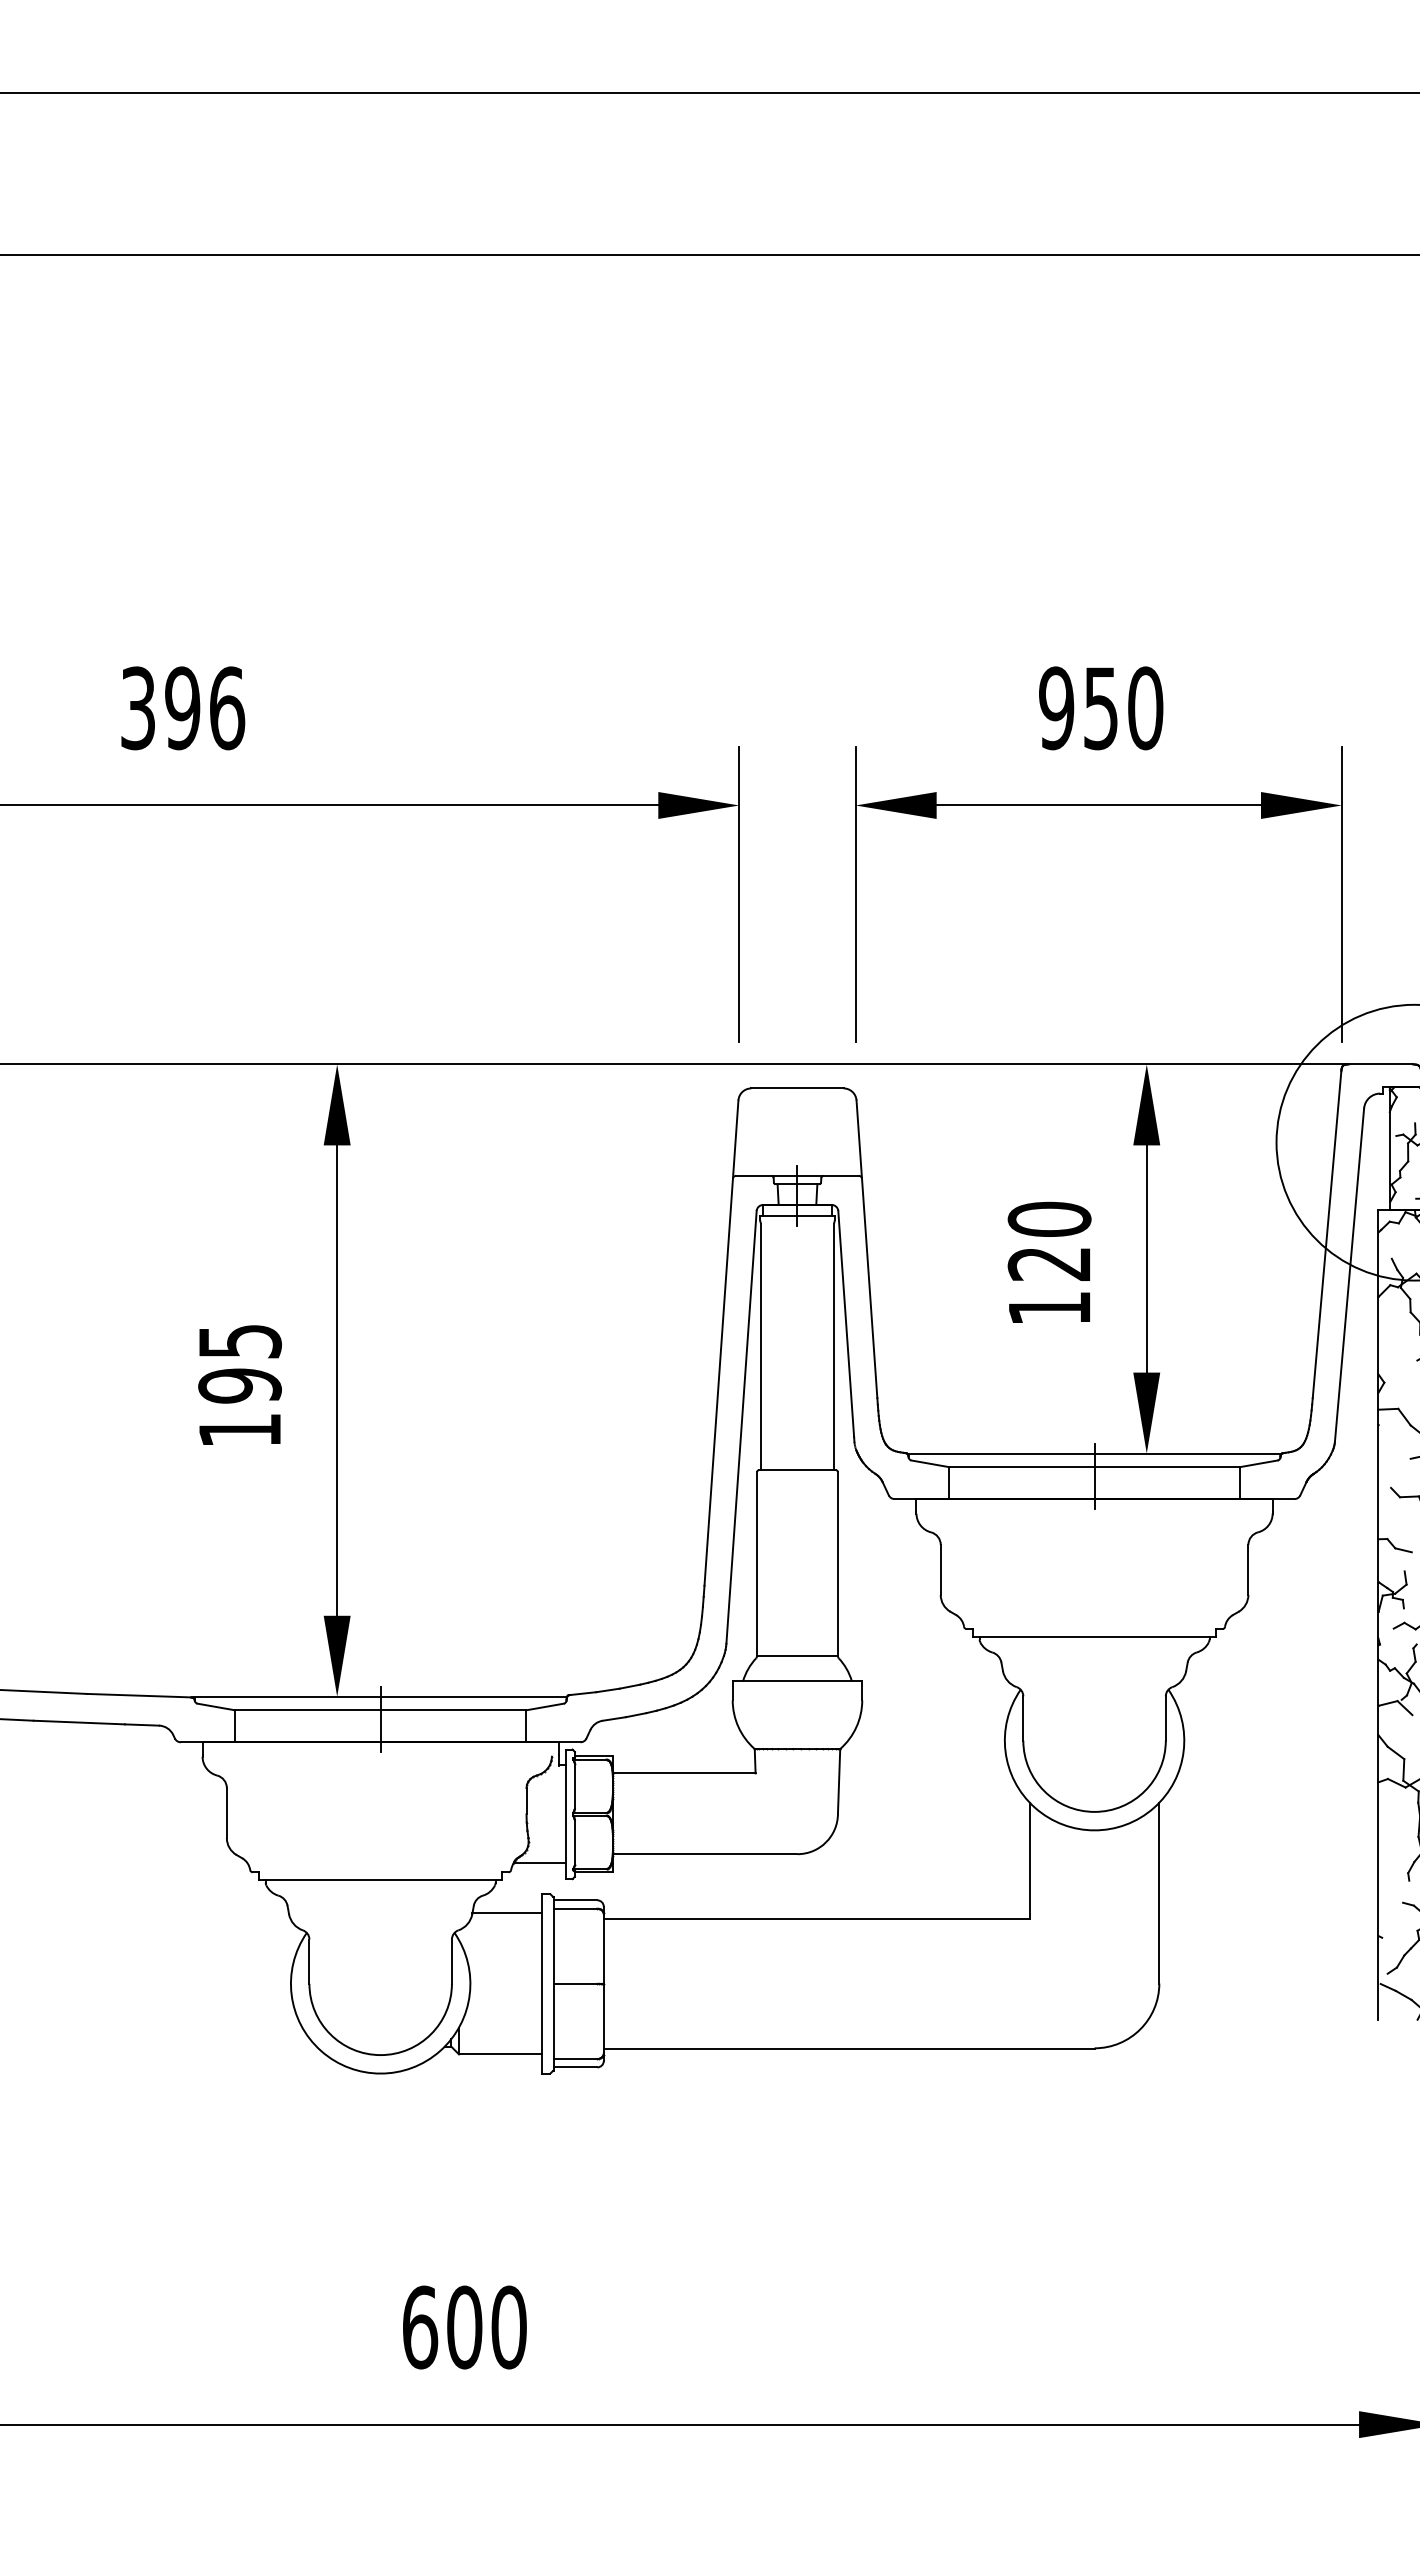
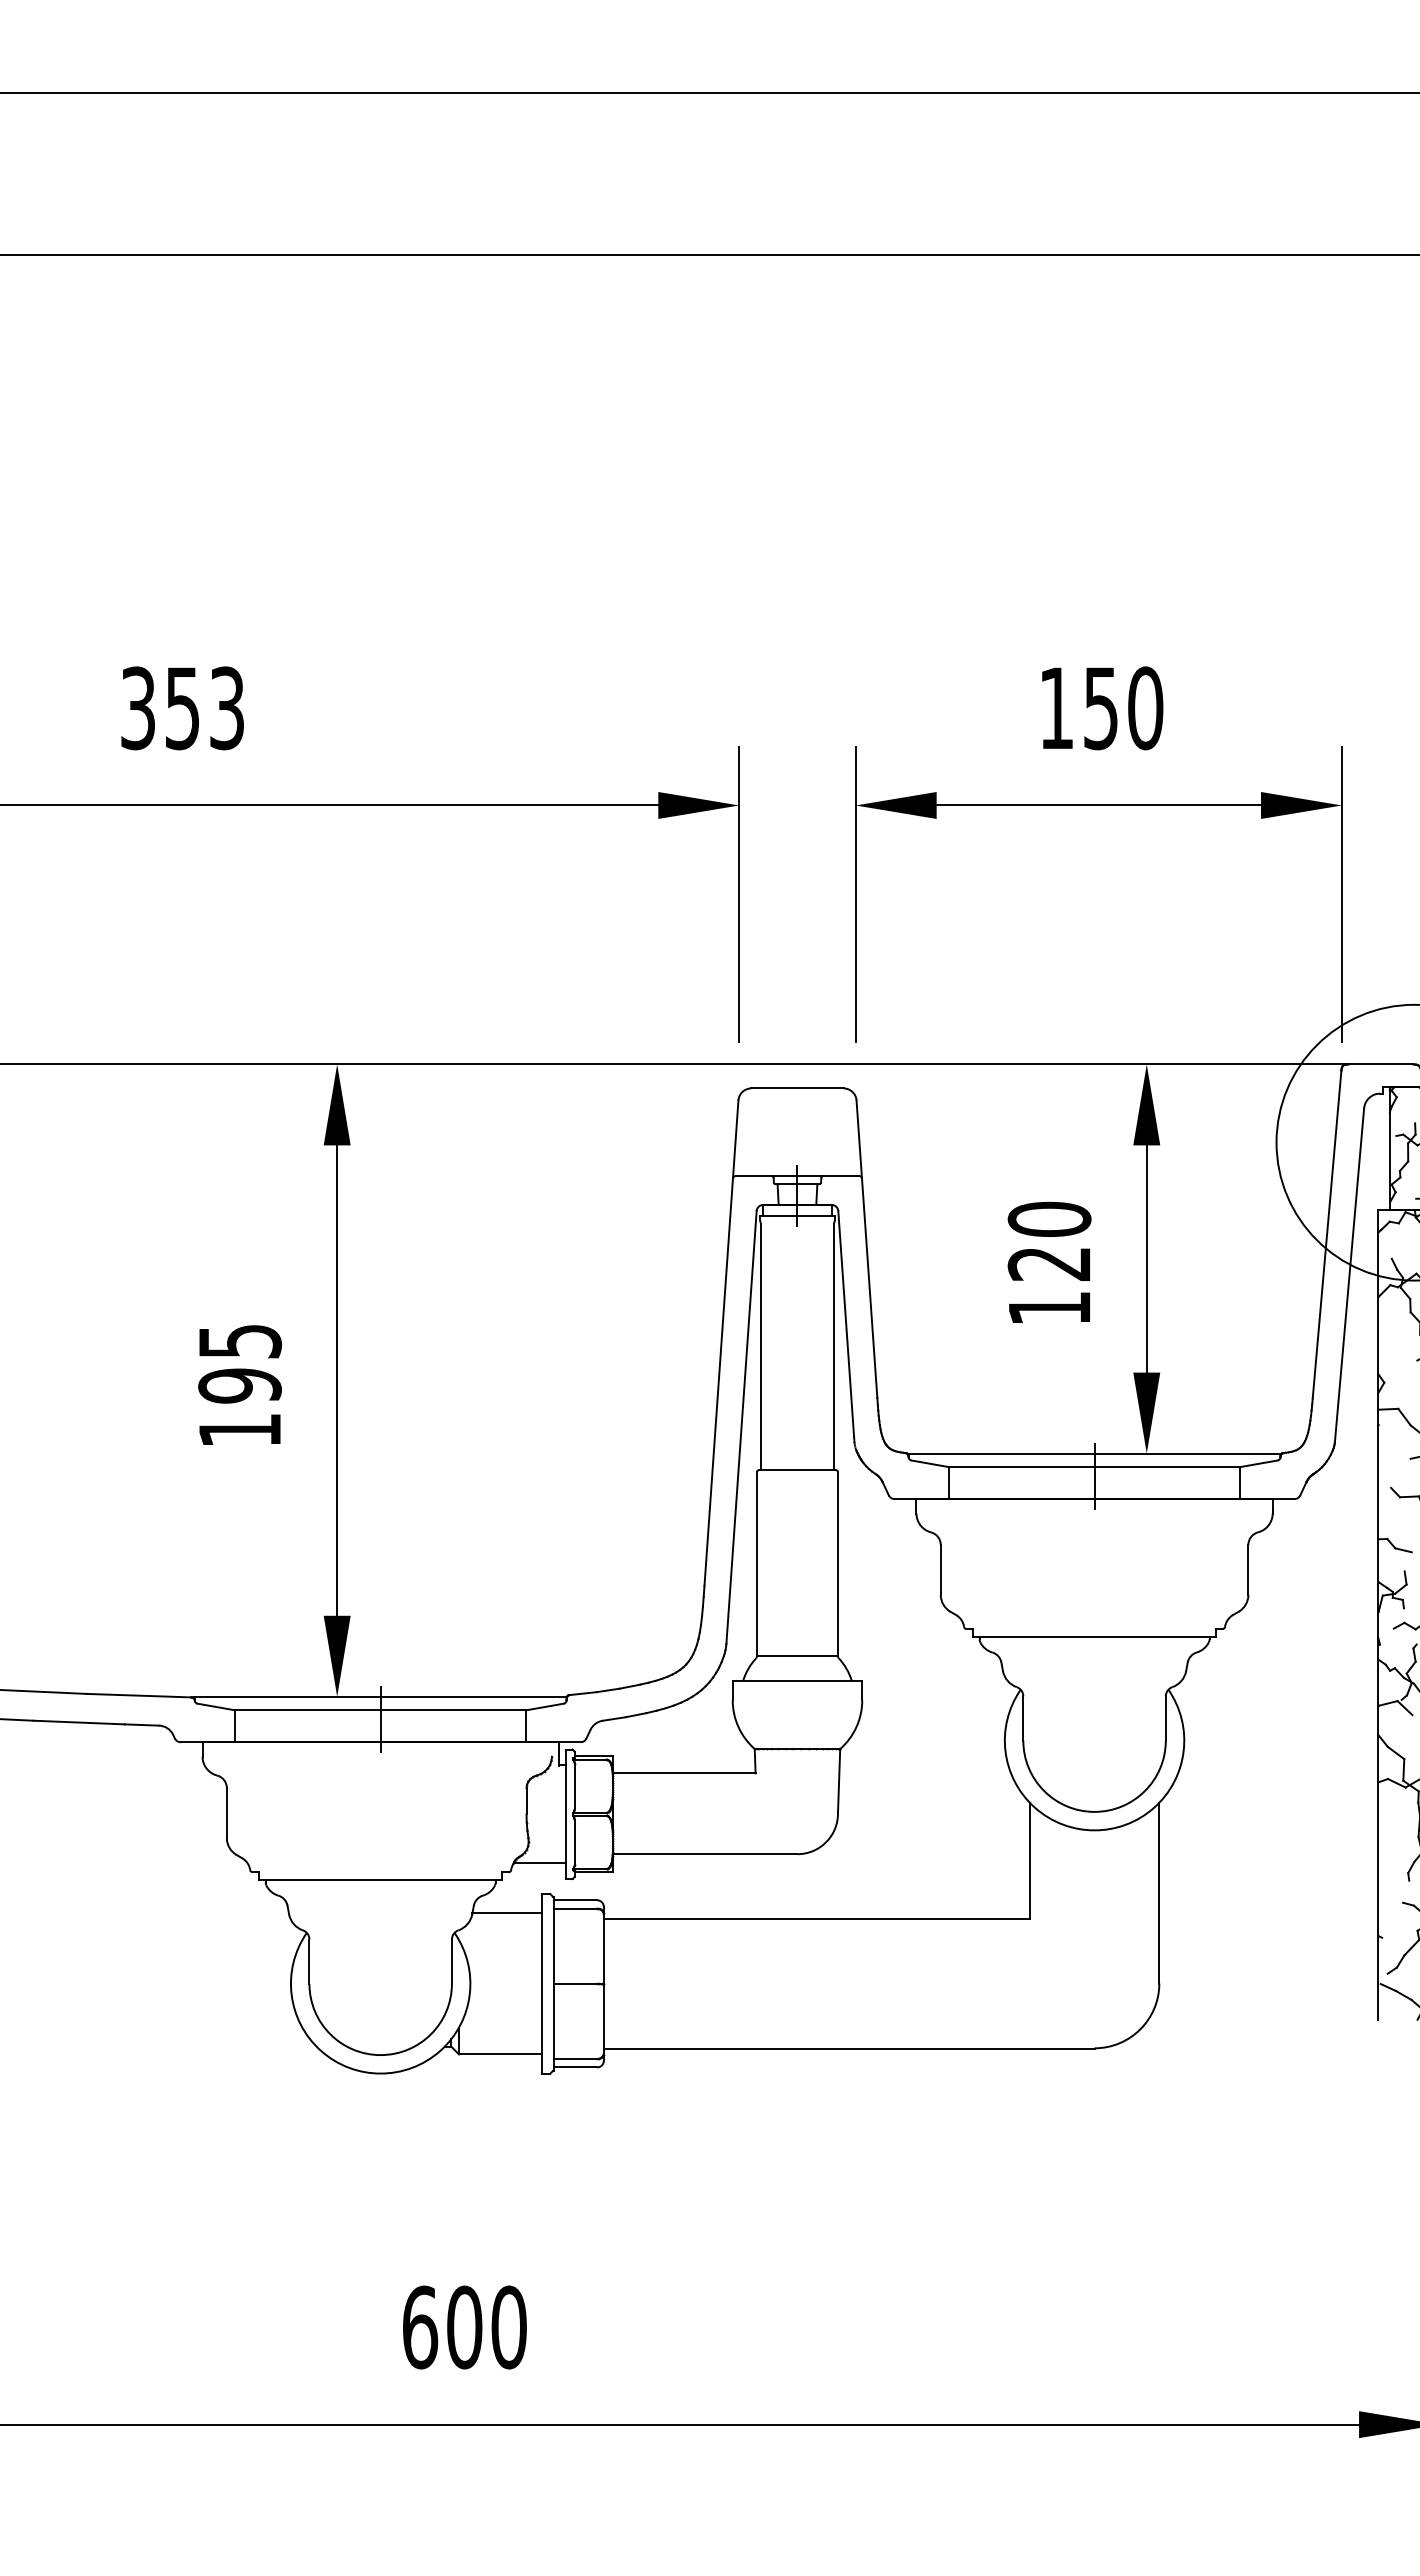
text at (205, 708): 396 -> 353
text at (1056, 708): 950 -> 150
